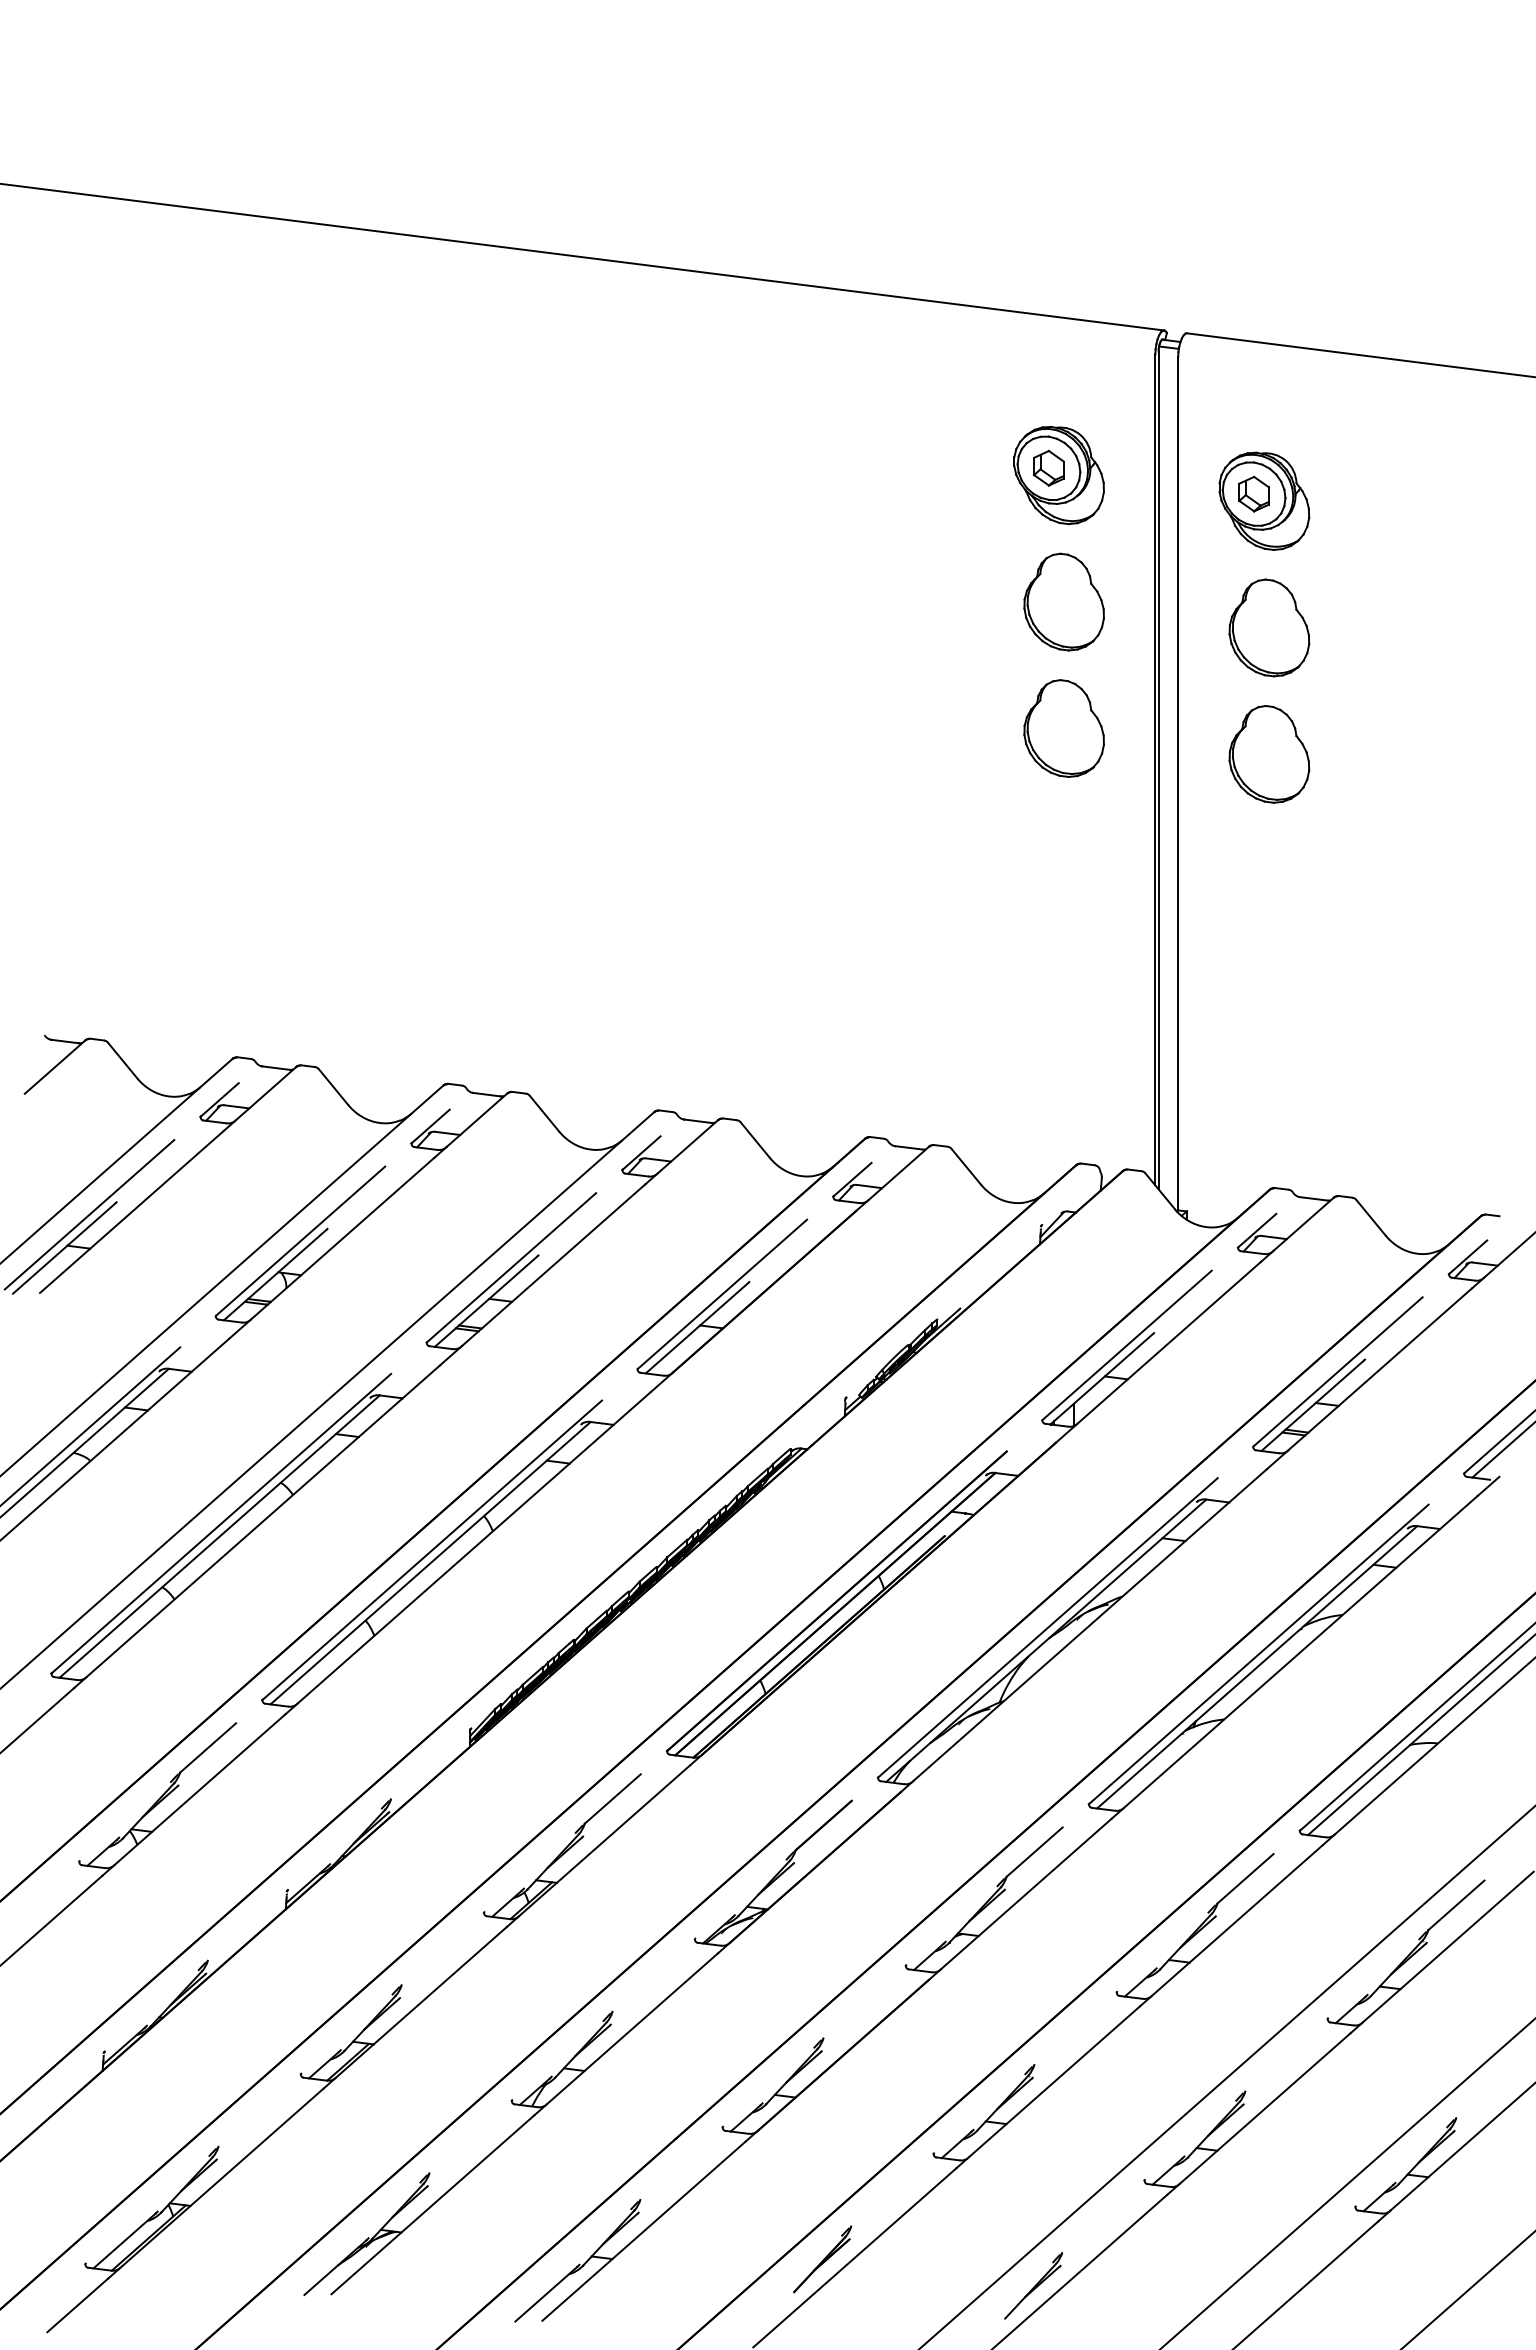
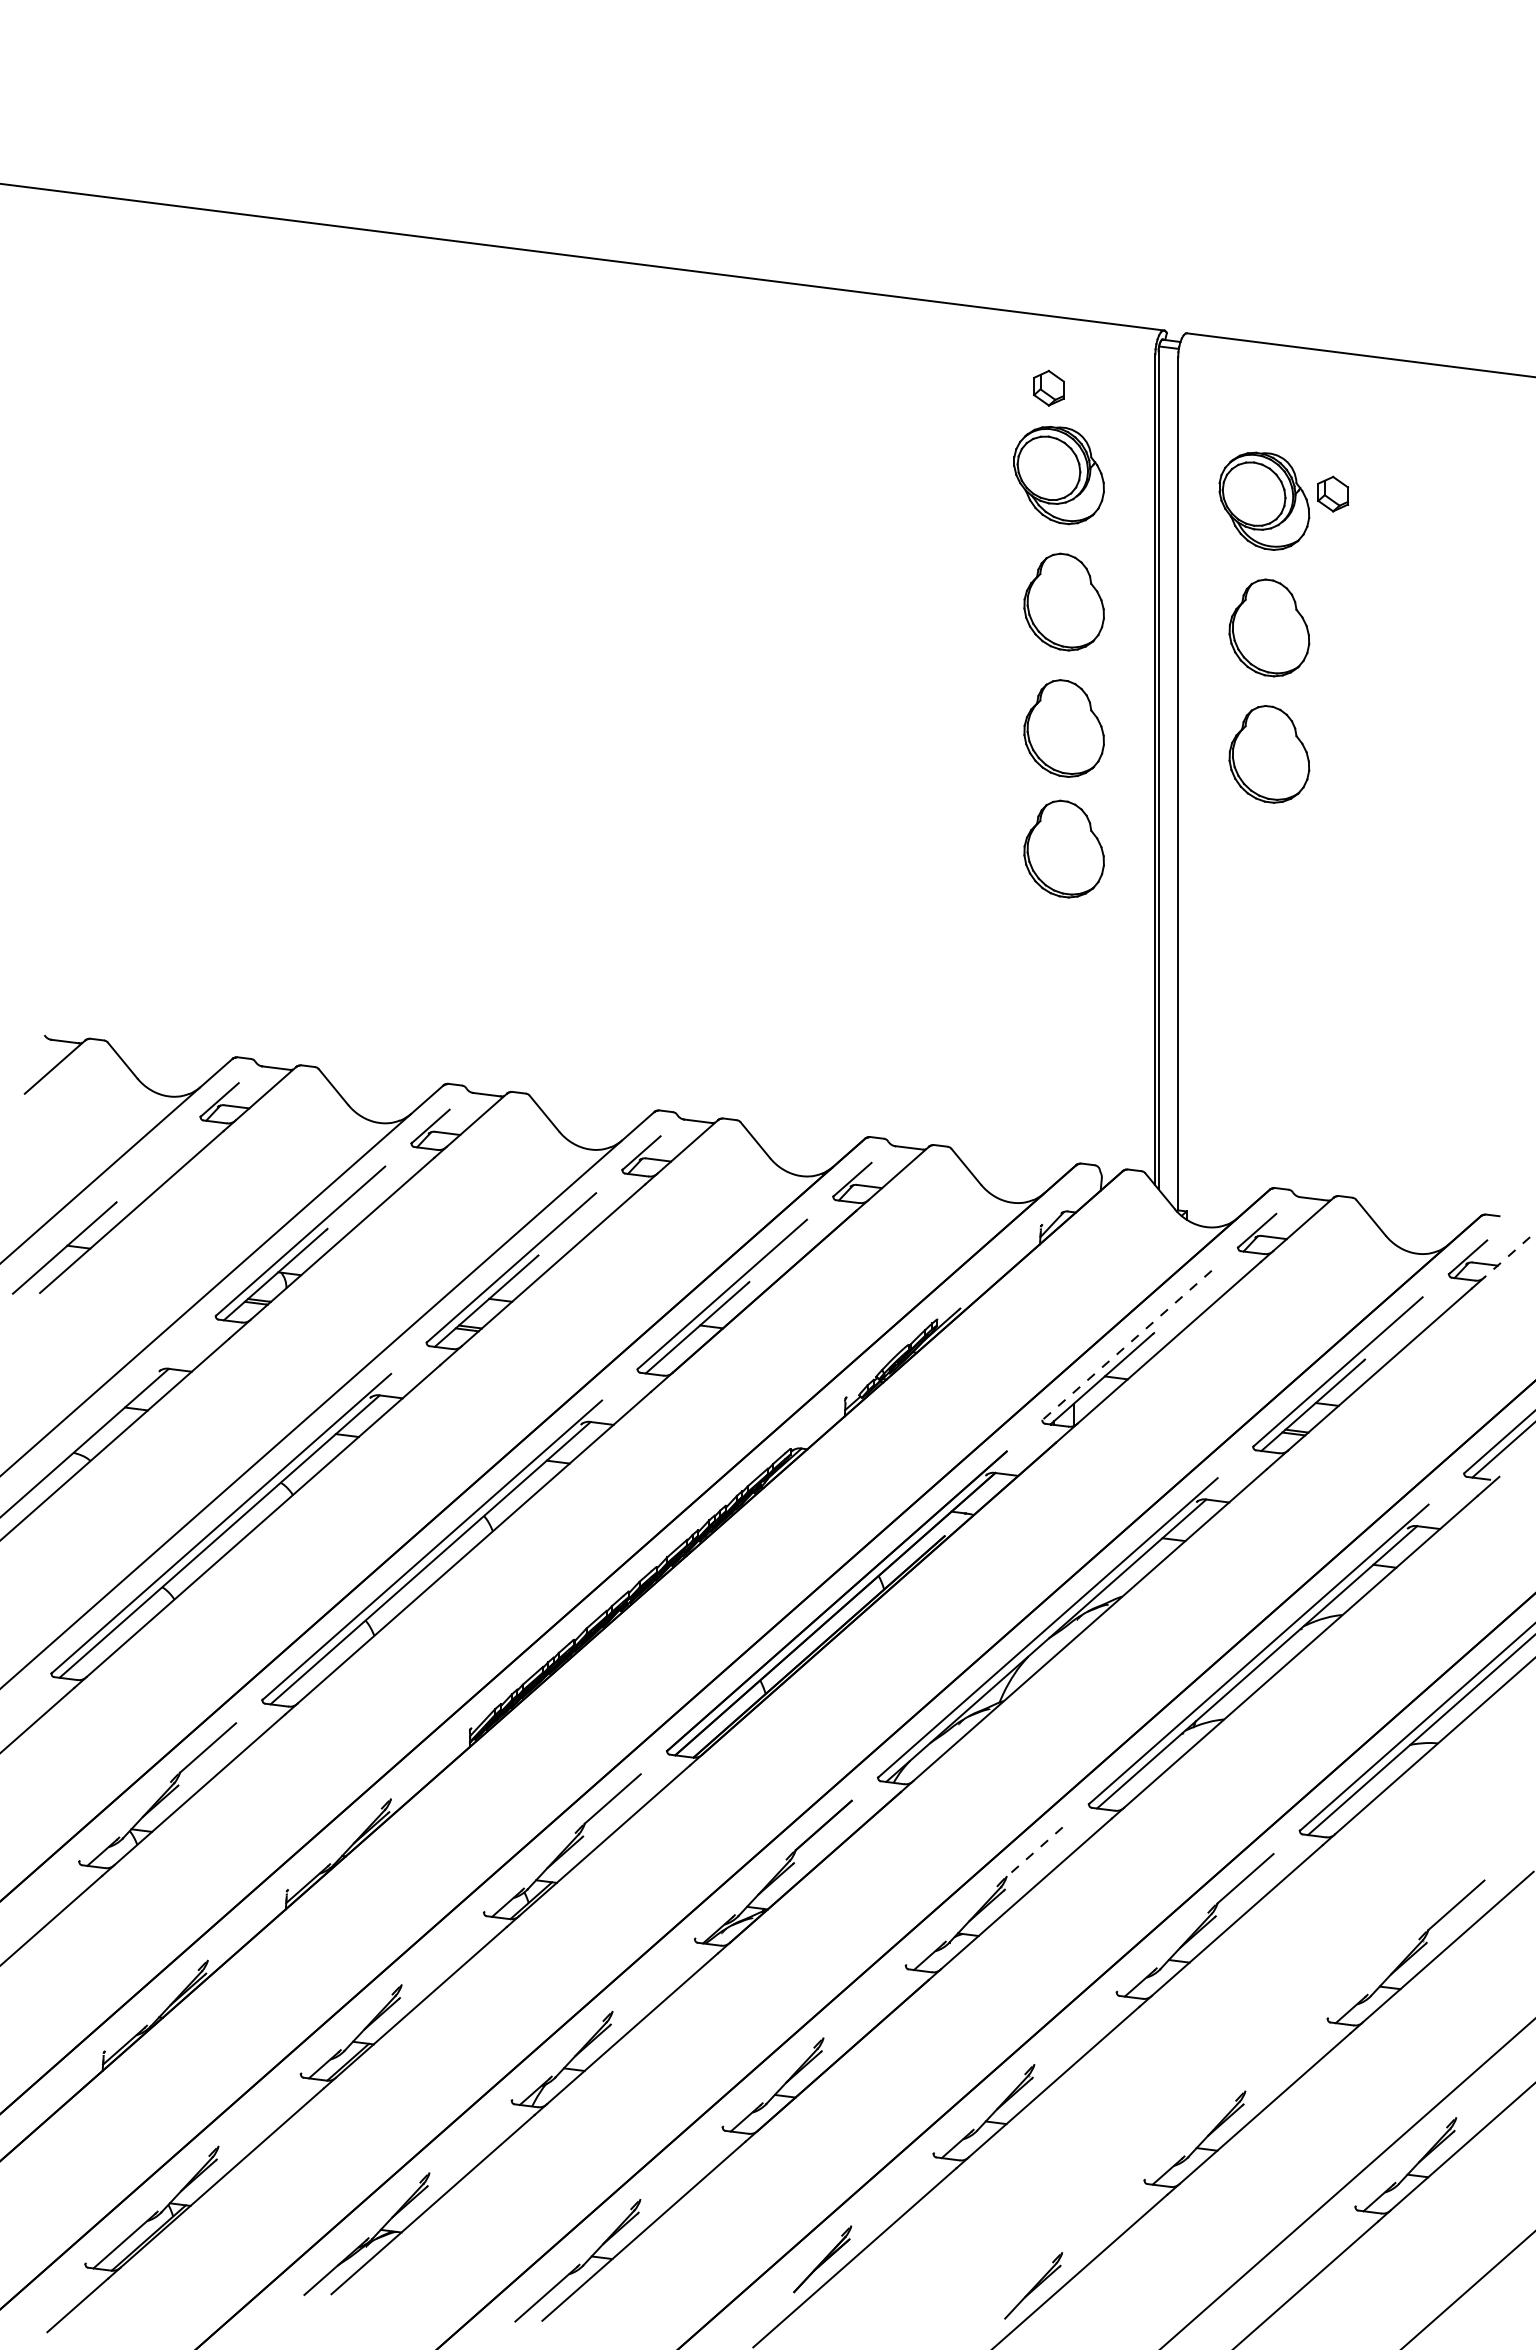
part at (1048, 468) position: (1048, 468) -> (1048, 388)
part at (1254, 493) position: (1254, 493) -> (1333, 493)
part at (1063, 848): none -> present
line at (89, 1214): present -> none
line at (1509, 1255): solid -> dashed
line at (1127, 1345): solid -> dashed
line at (91, 1425): present -> none
line at (1034, 1852): solid -> dashed
line at (1227, 2077): present -> none
